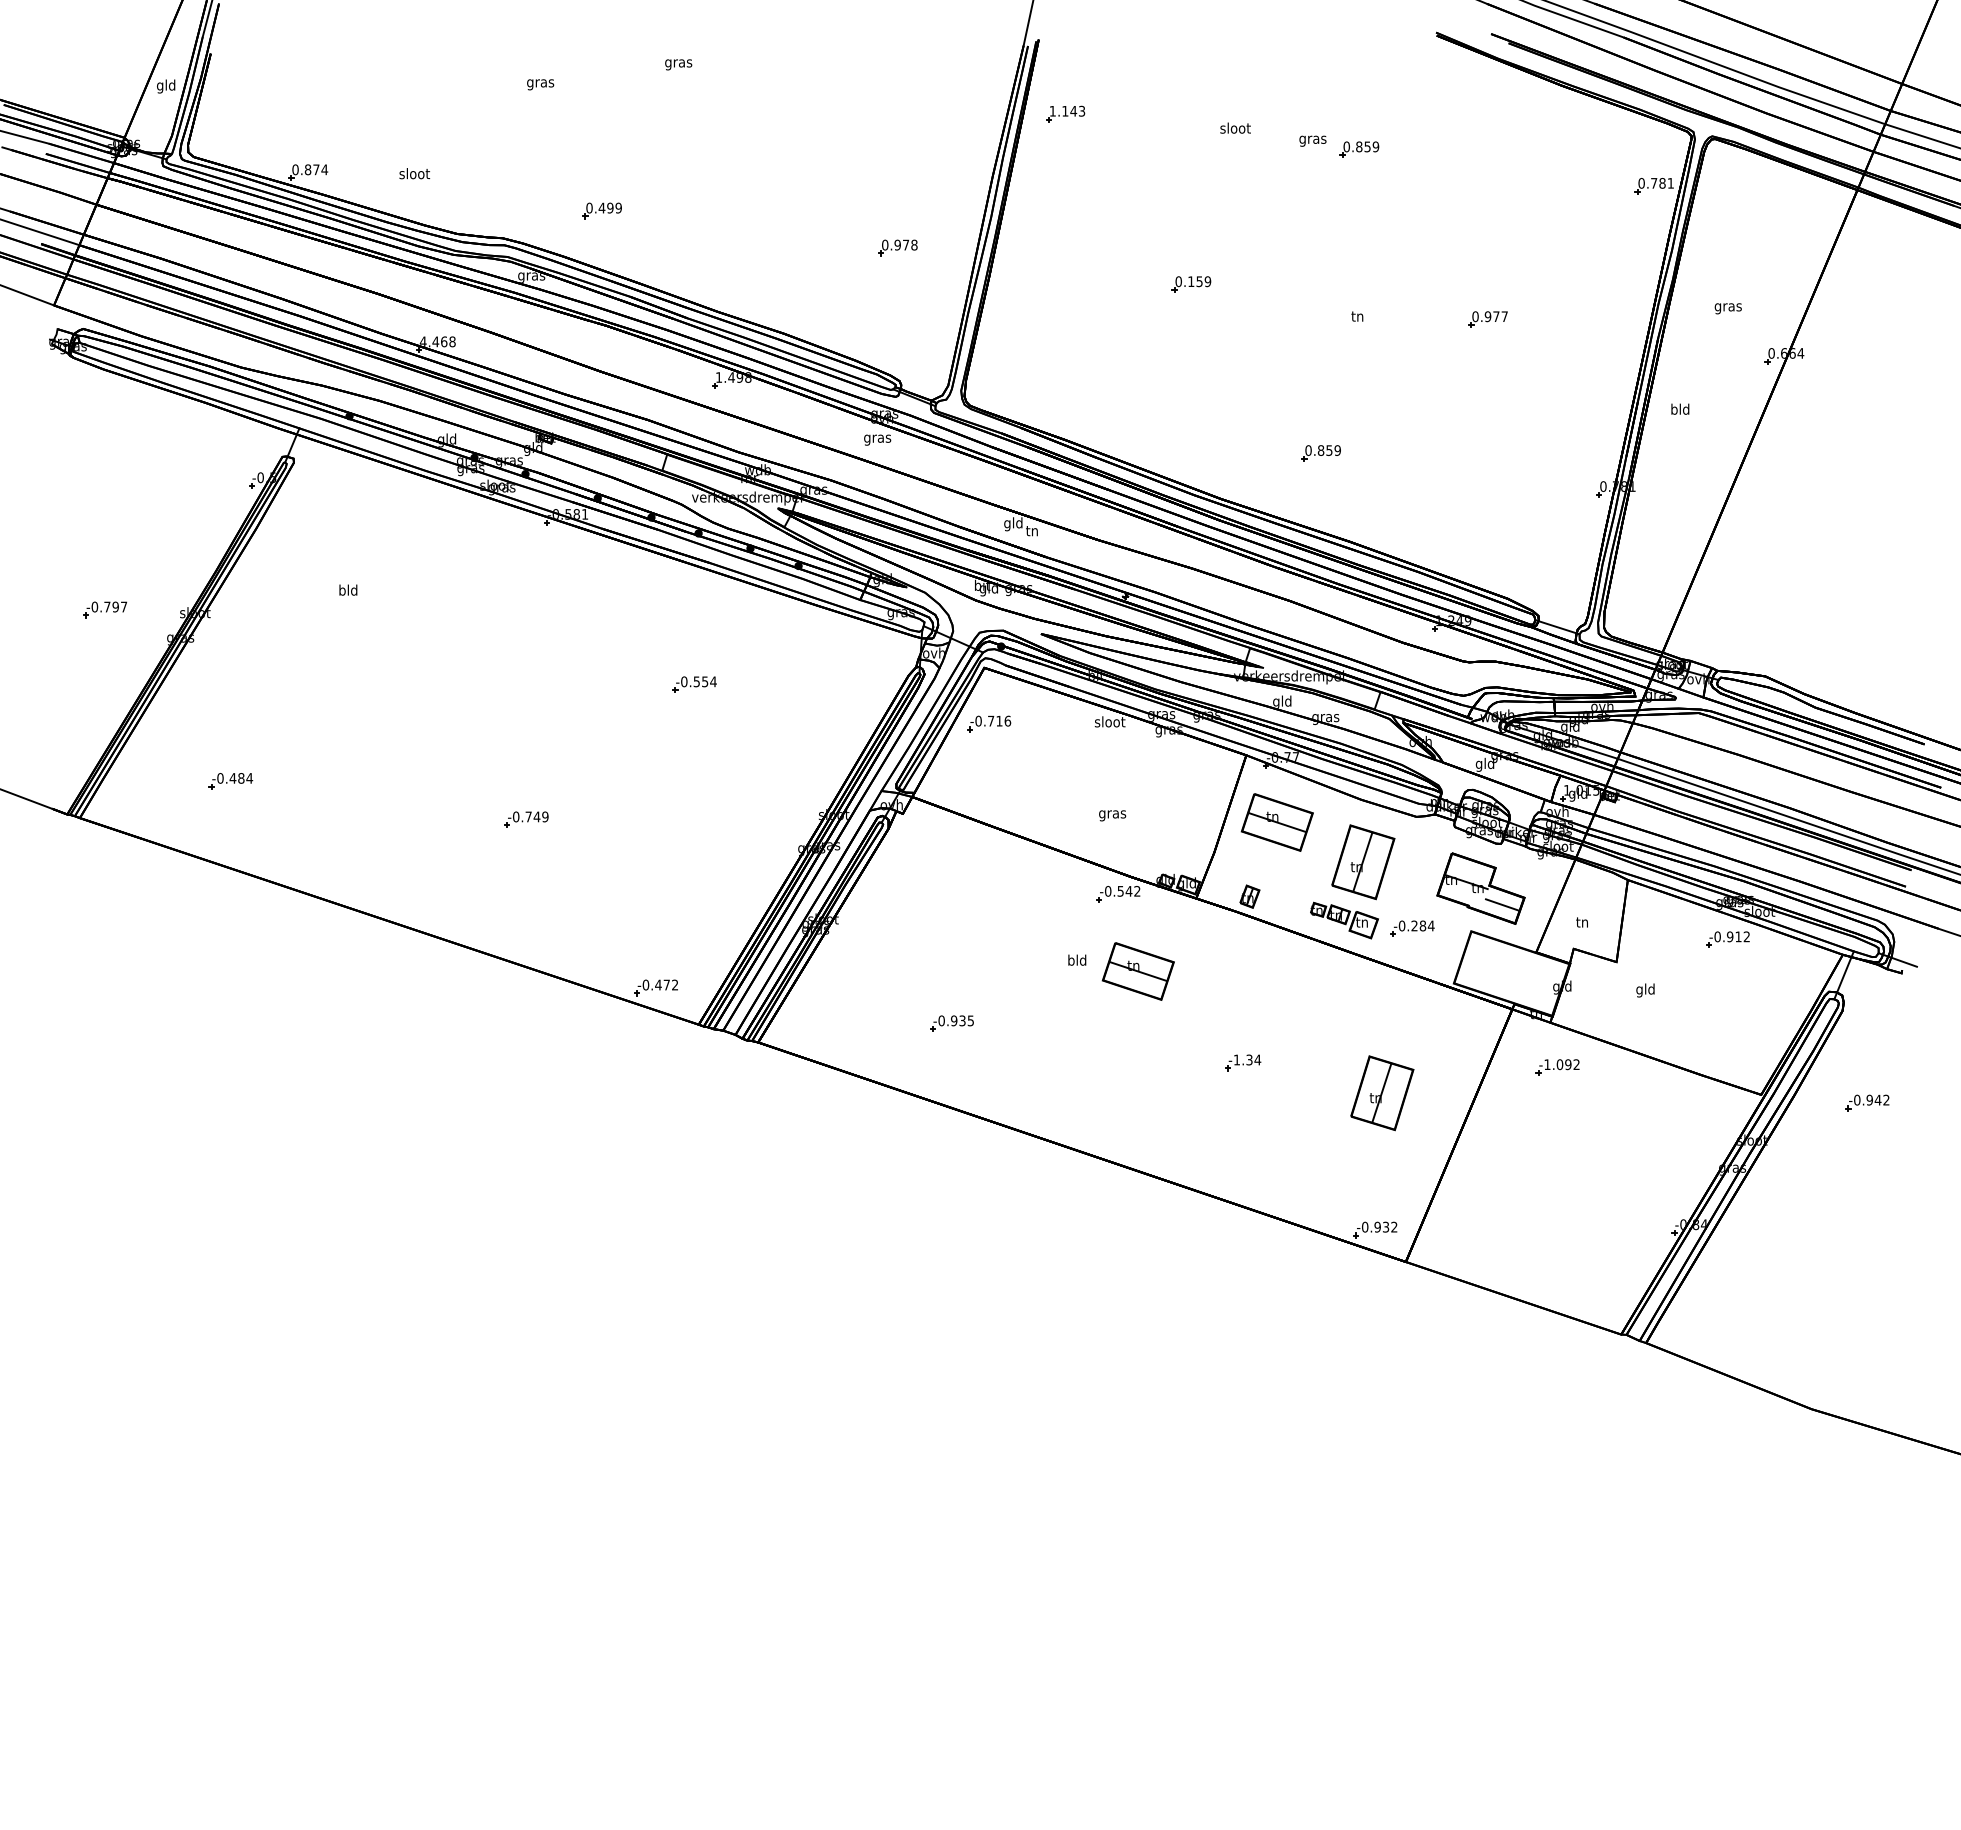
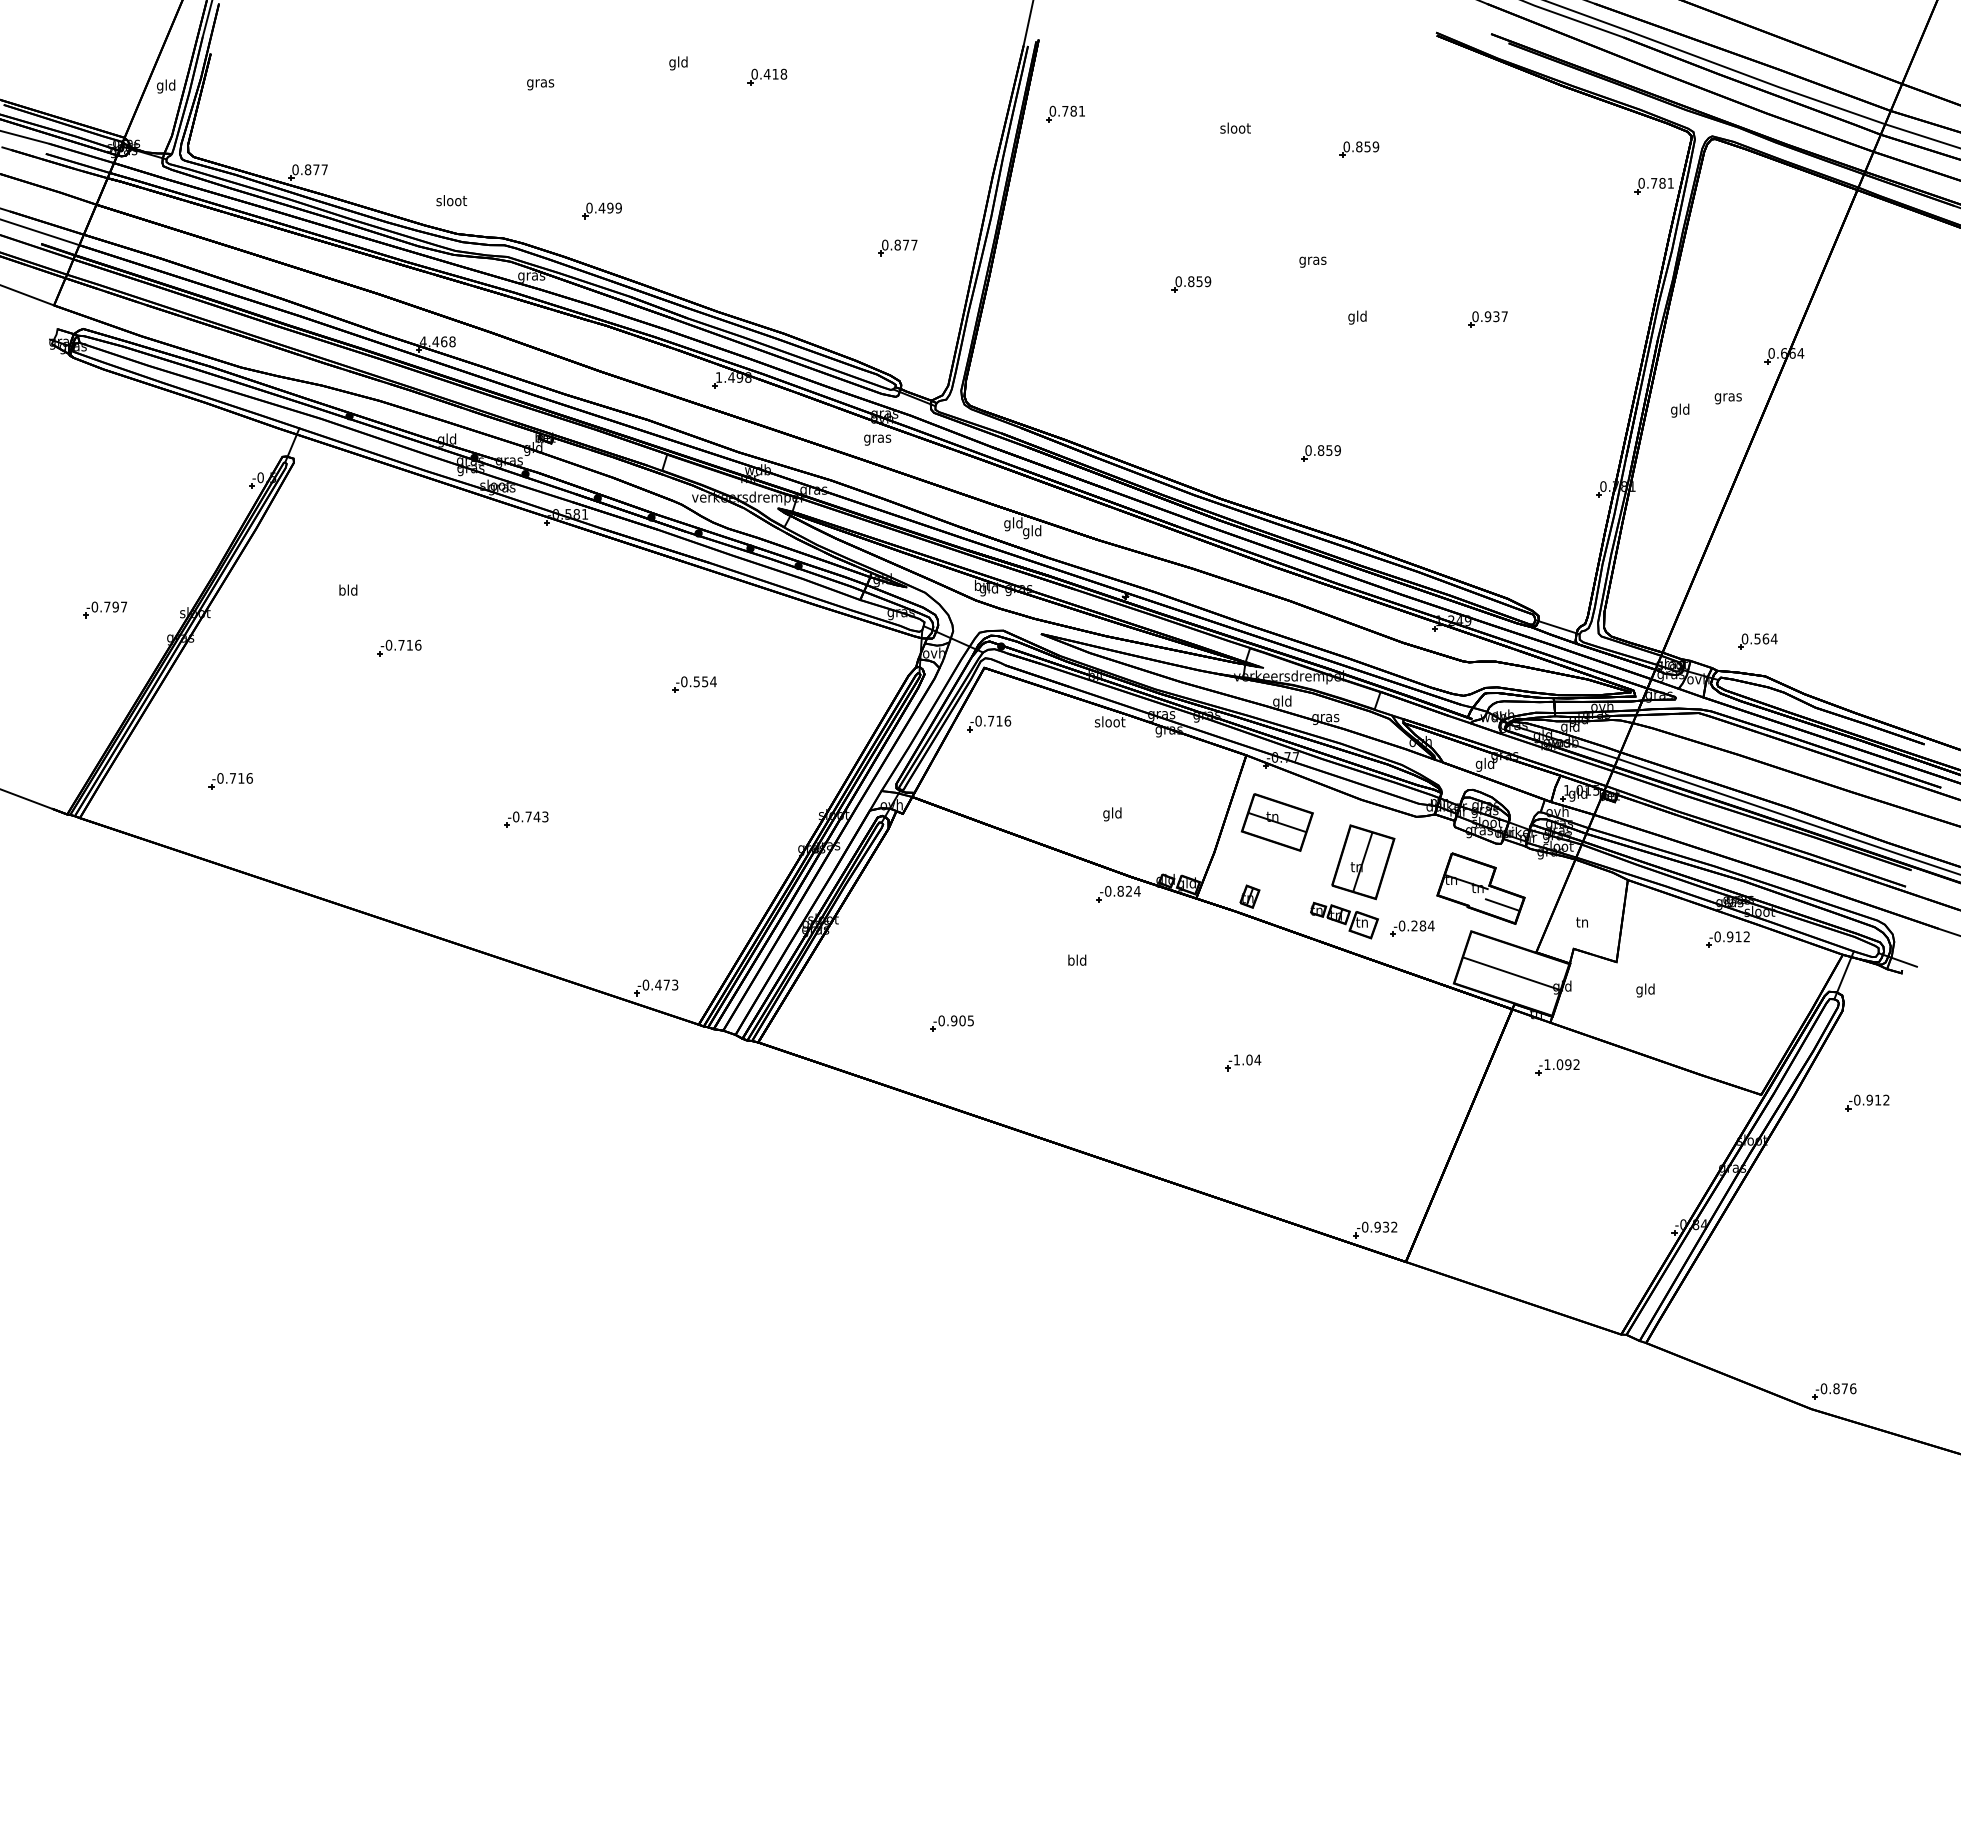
text at (678, 63): gras -> gld
part at (767, 76): none -> present
text at (1067, 110): 1.143 -> 0.781
text at (1312, 140) position: (1312, 140) -> (1312, 261)
text at (324, 169): 0.874 -> 0.877
text at (414, 173) position: (414, 173) -> (451, 200)
text at (905, 244): 0.978 -> 0.877
text at (1191, 281): 0.159 -> 0.859
text at (1727, 308) position: (1727, 308) -> (1727, 398)
text at (1496, 316): 0.977 -> 0.937
text at (1357, 317): tn -> gld
text at (1674, 410): bld -> gld
text at (1032, 532): tn -> gld
part at (1757, 641): none -> present
part at (399, 647): none -> present
text at (241, 778): -0.484 -> -0.716
text at (1112, 814): gras -> gld
text at (545, 816): -0.749 -> -0.743
text at (1128, 890): -0.542 -> -0.824
part at (1137, 971): present -> none
line at (1511, 973): none -> present
text at (675, 985): -0.472 -> -0.473
text at (962, 1020): -0.935 -> -0.905
text at (1249, 1059): -1.34 -> -1.04
part at (1382, 1093): present -> none
text at (1877, 1099): -0.942 -> -0.912
part at (1834, 1391): none -> present
